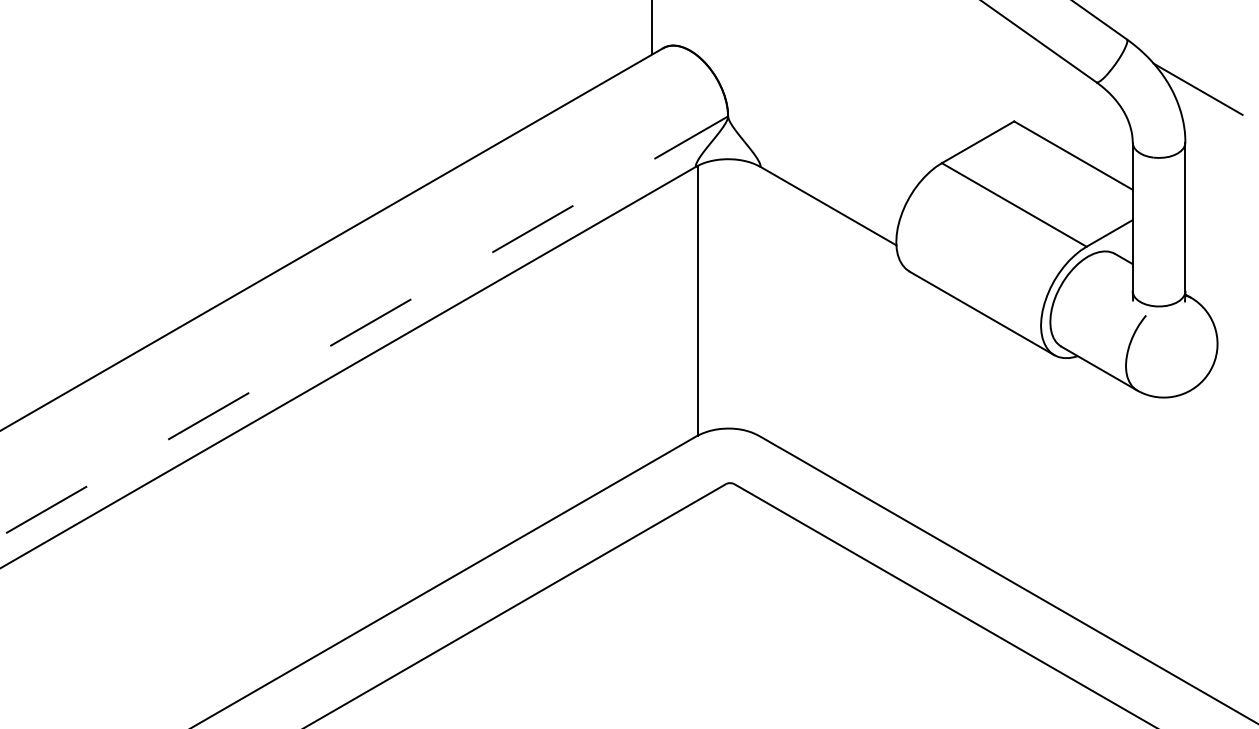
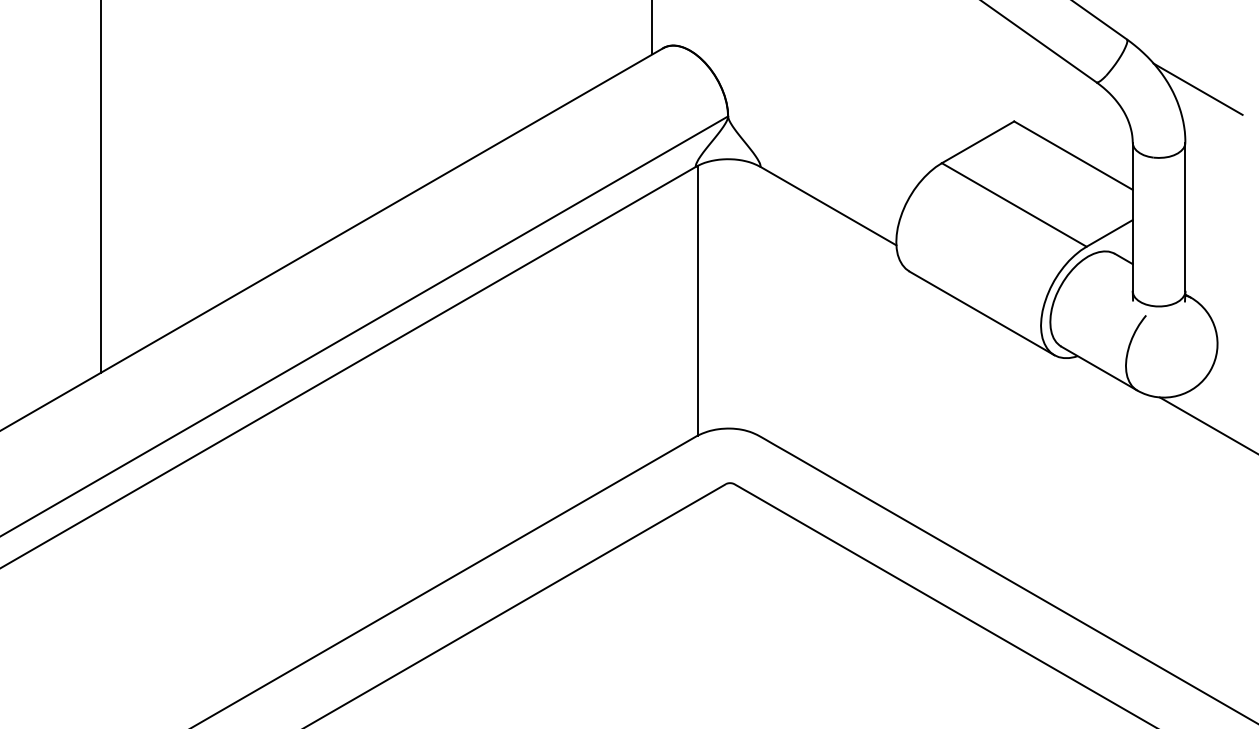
line at (100, 187): none -> present
line at (364, 326): dashed -> solid
line at (1207, 424): none -> present
